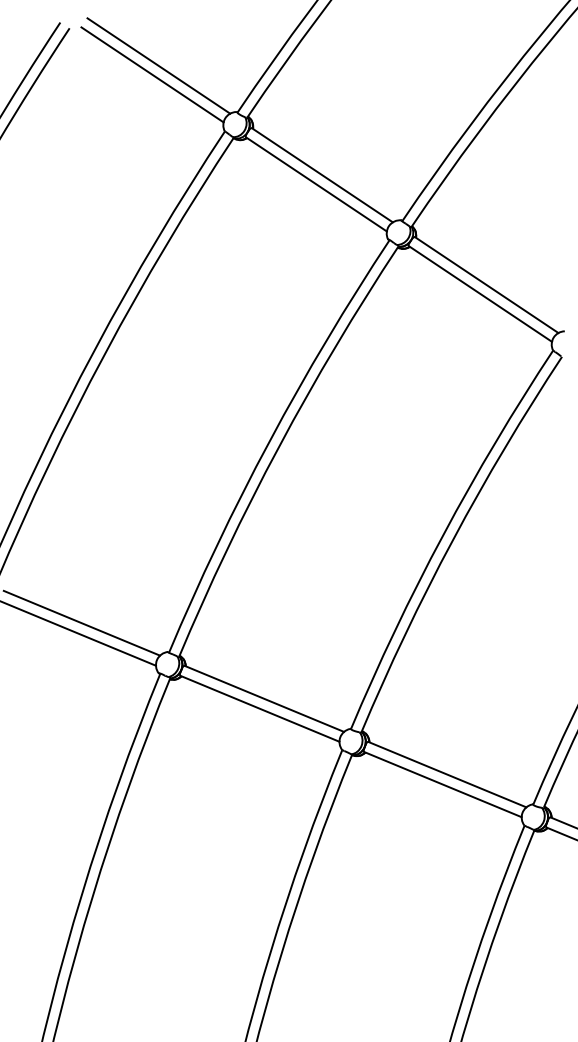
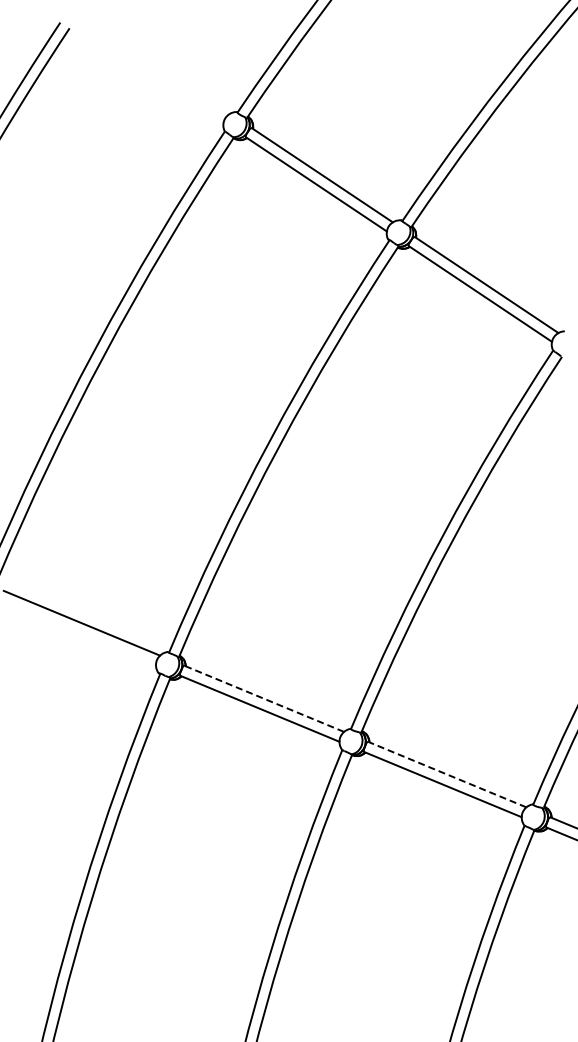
line at (158, 65): present -> none
line at (152, 74): present -> none
line at (78, 633): present -> none
line at (264, 698): solid -> dashed
line at (447, 774): solid -> dashed
